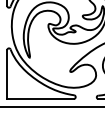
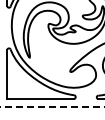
line at (52, 106): solid -> dashed
